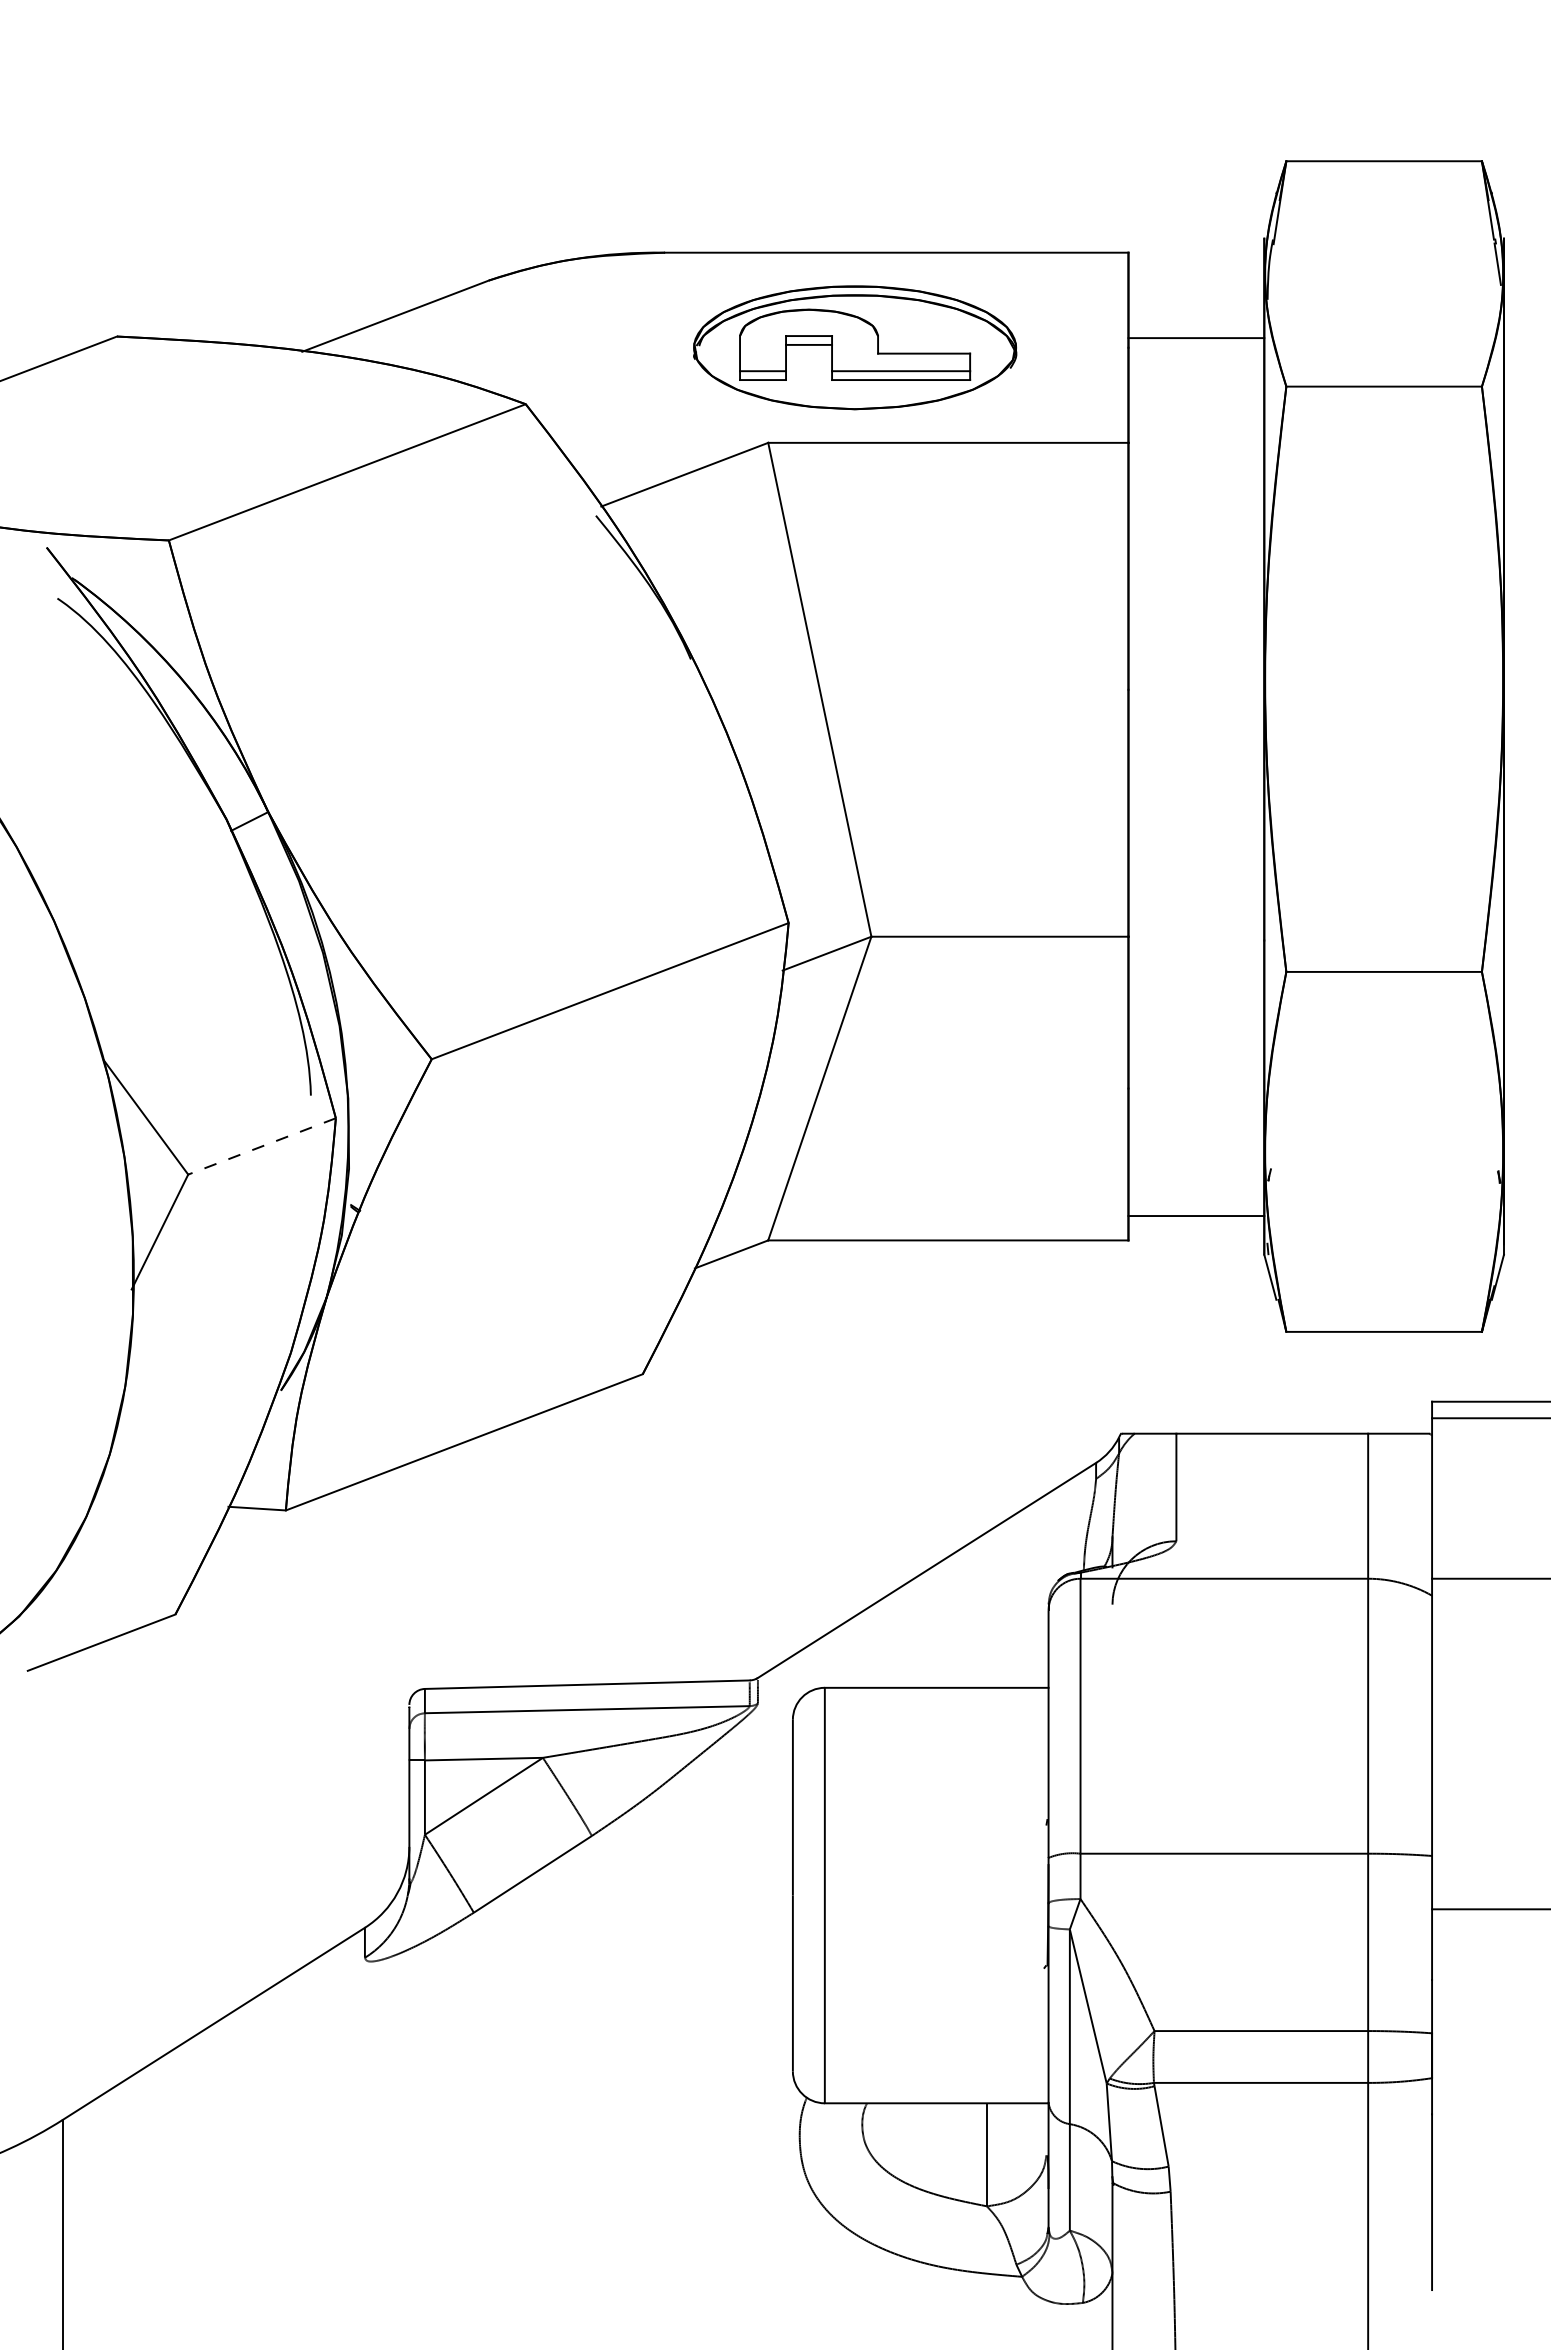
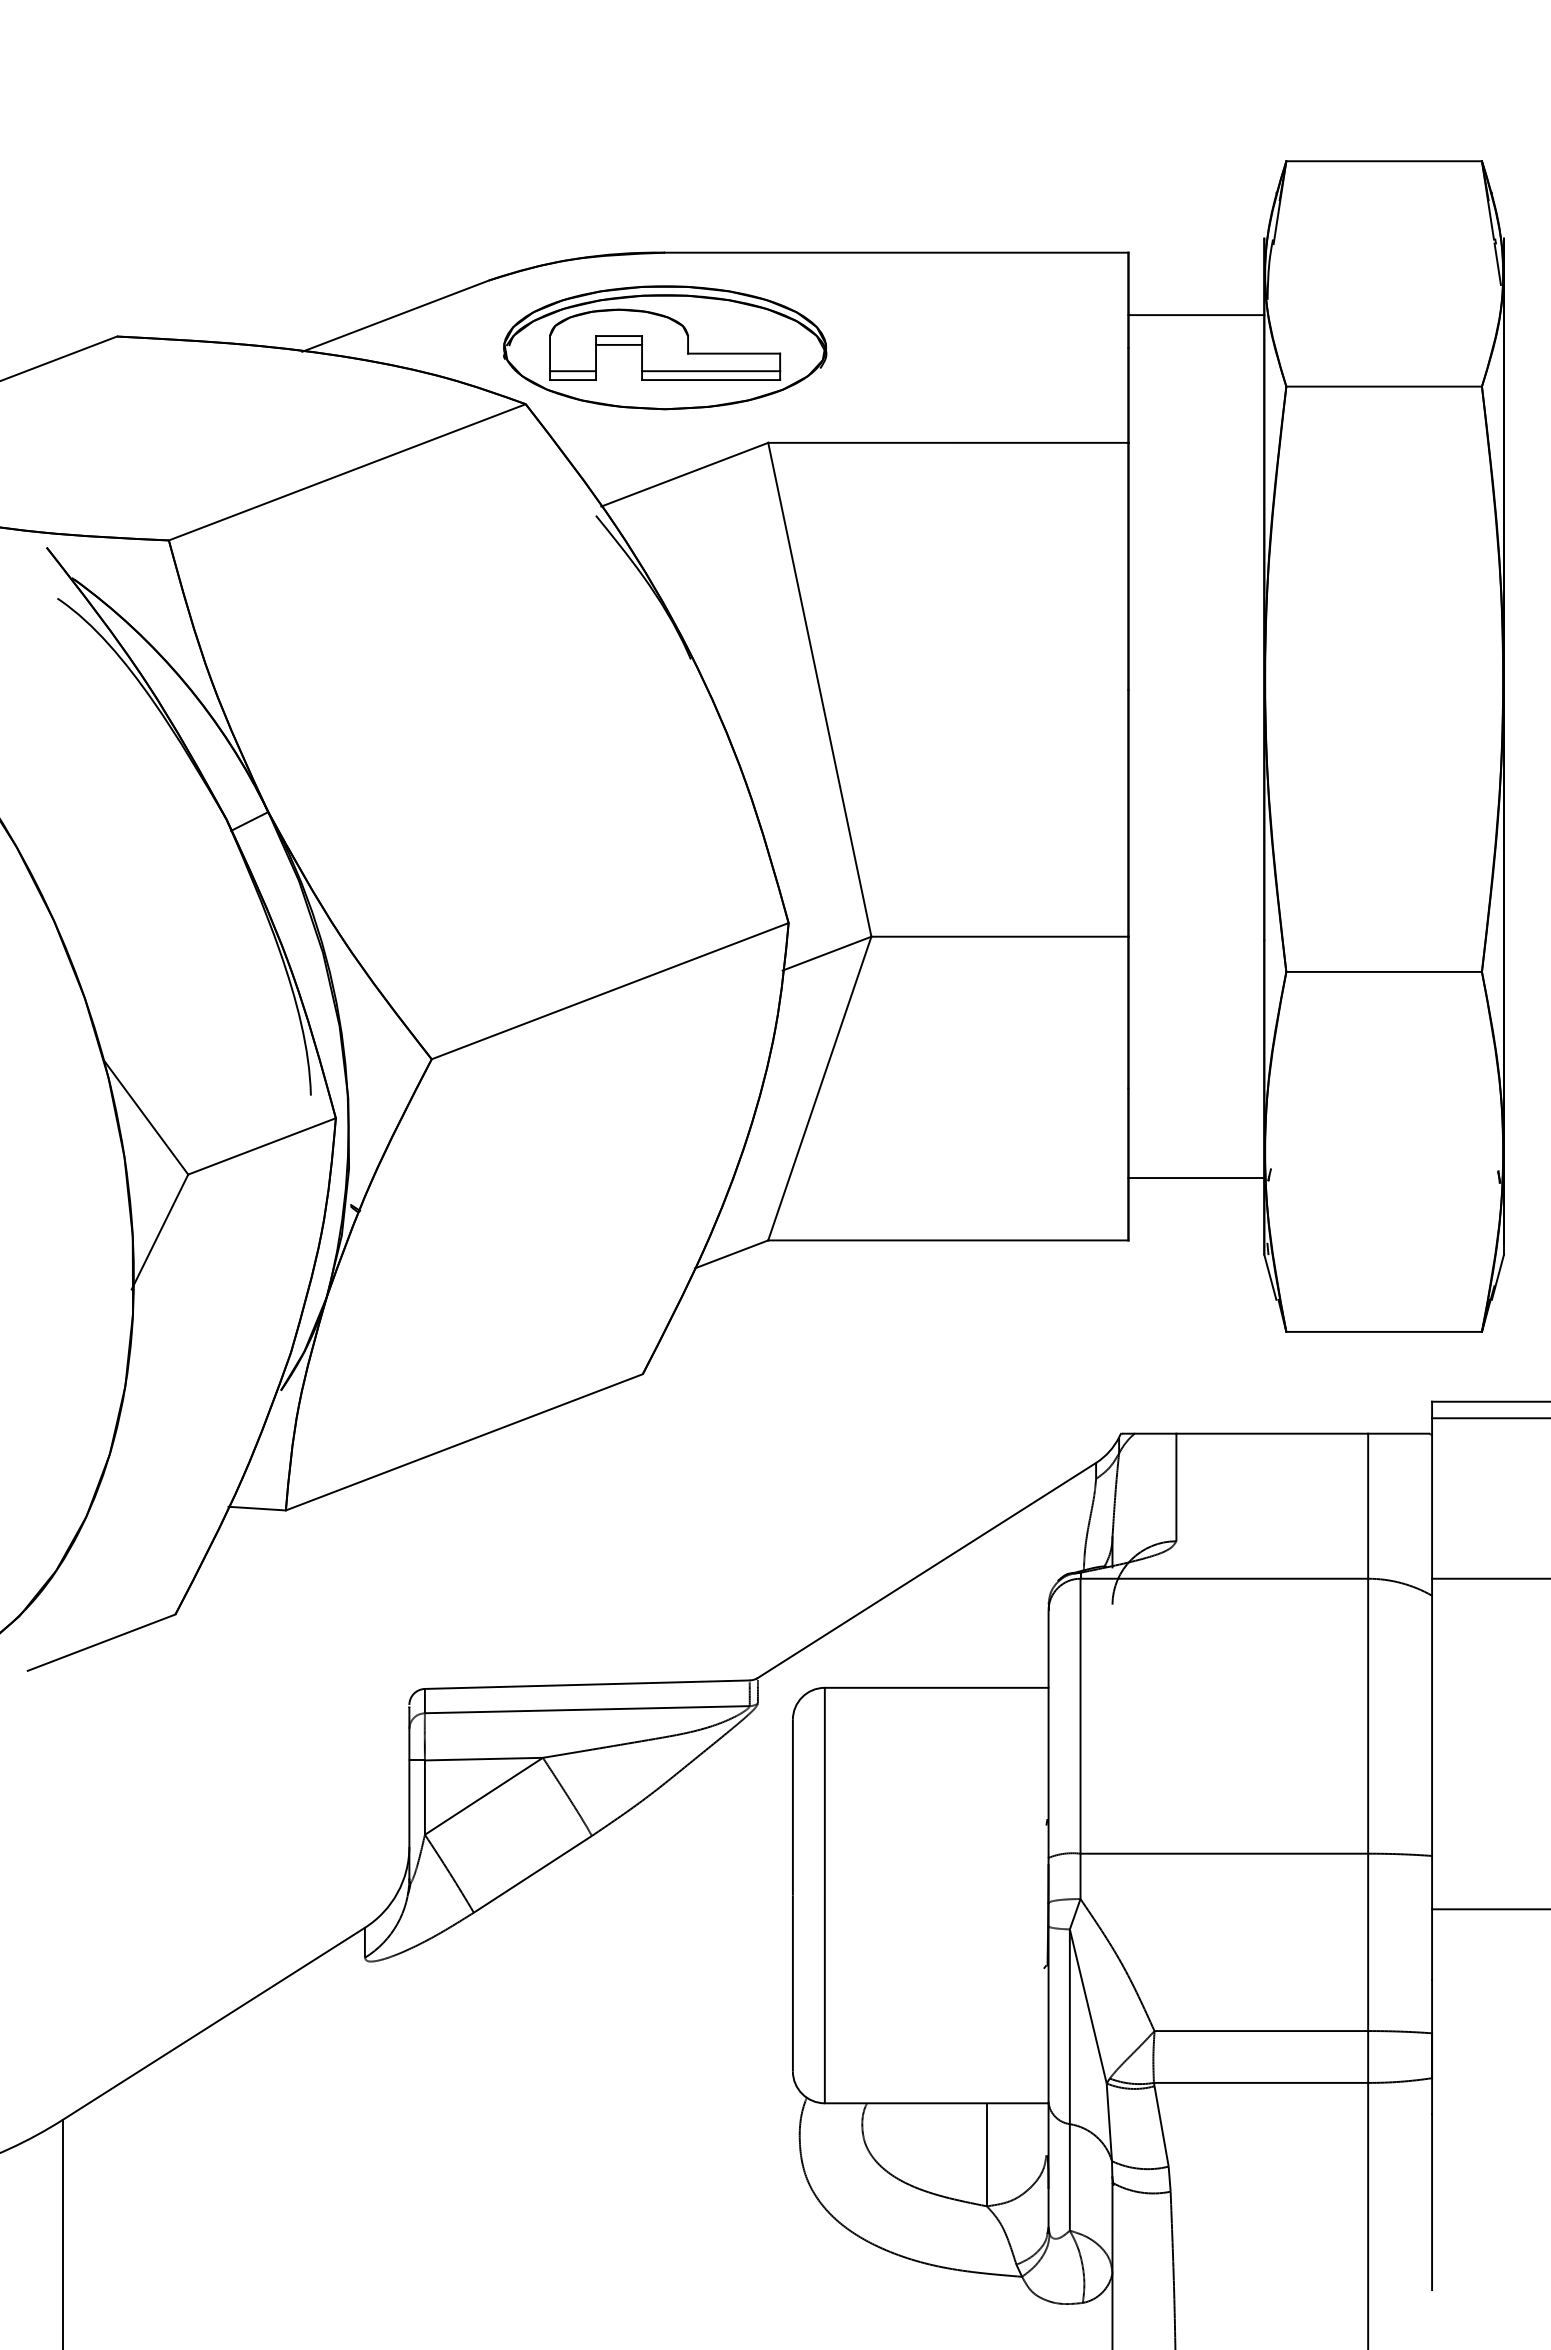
line at (1196, 338) position: (1196, 338) -> (1196, 315)
part at (855, 347) position: (855, 347) -> (665, 347)
line at (261, 1146): dashed -> solid
line at (1196, 1216) position: (1196, 1216) -> (1196, 1178)
